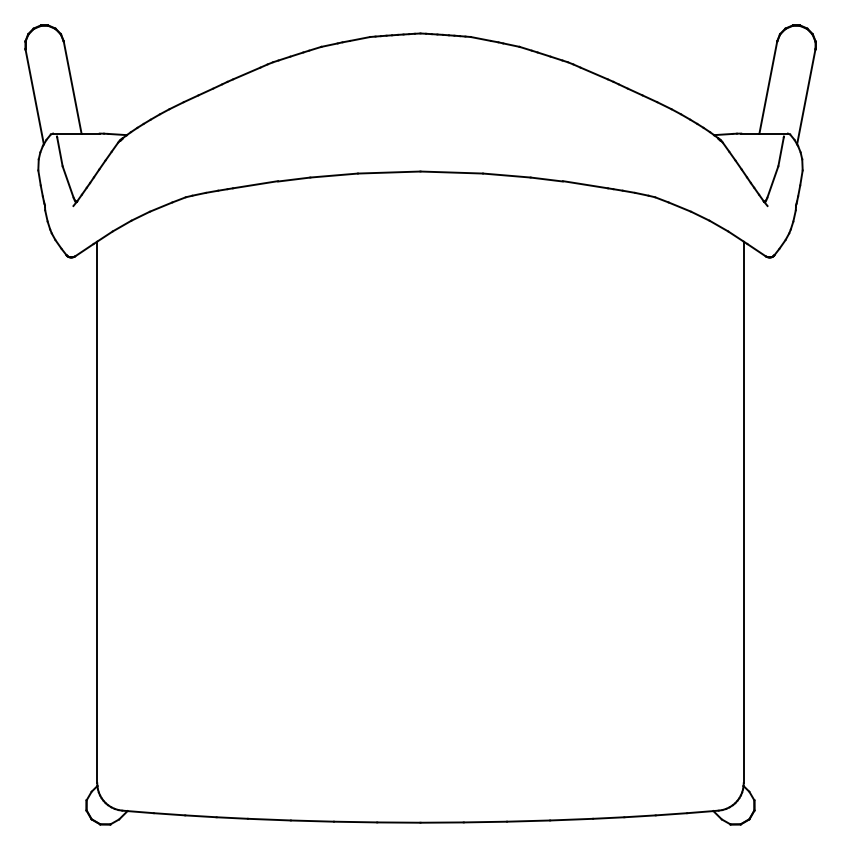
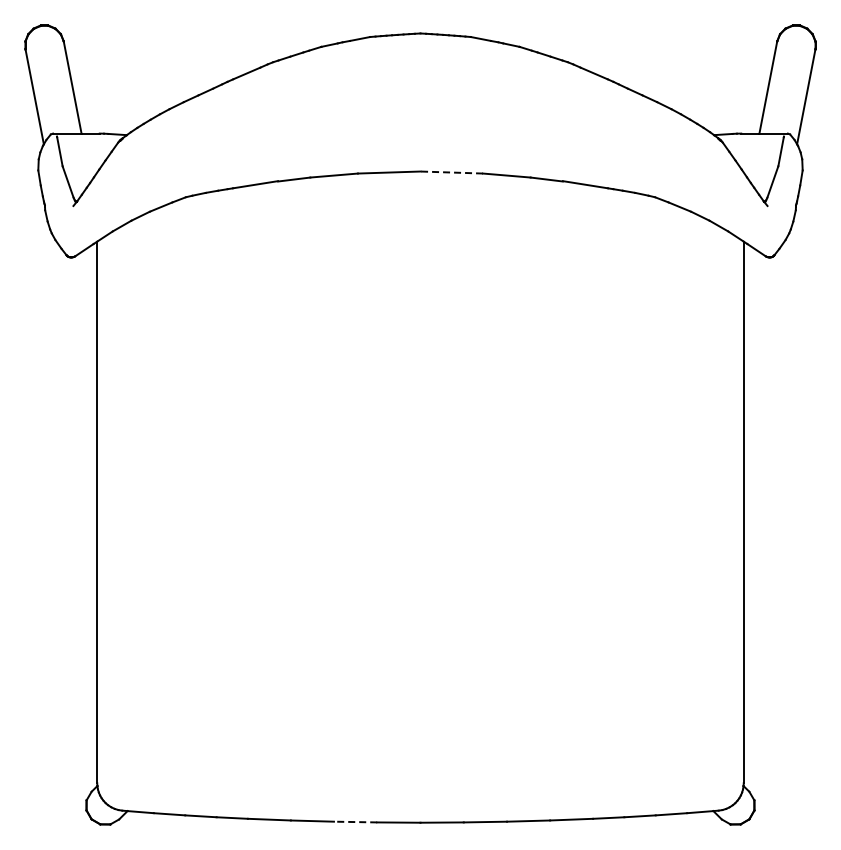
line at (451, 172): solid -> dashed
line at (355, 822): solid -> dashed
